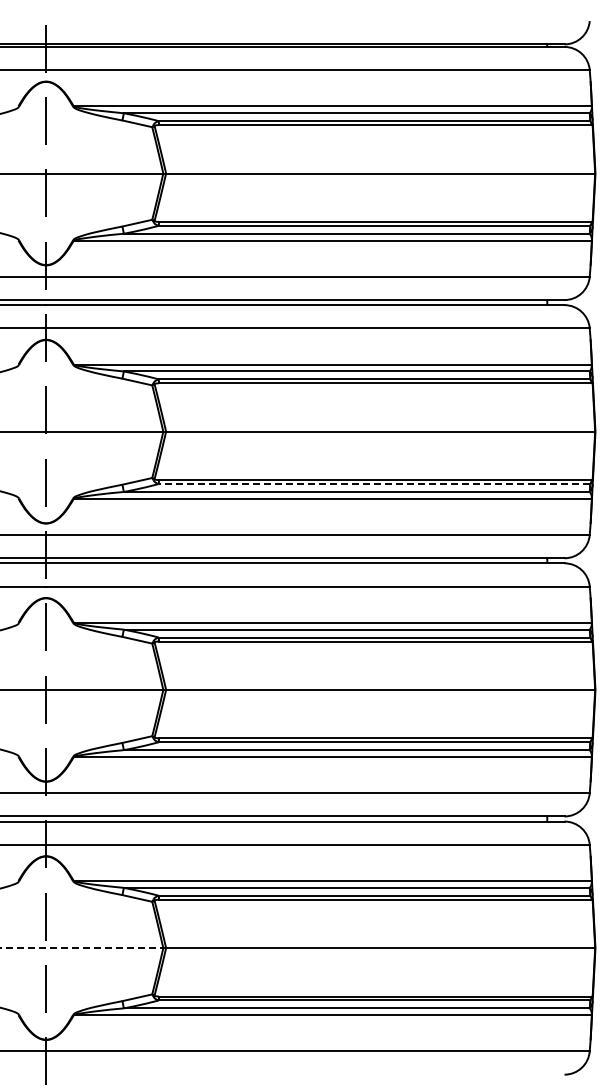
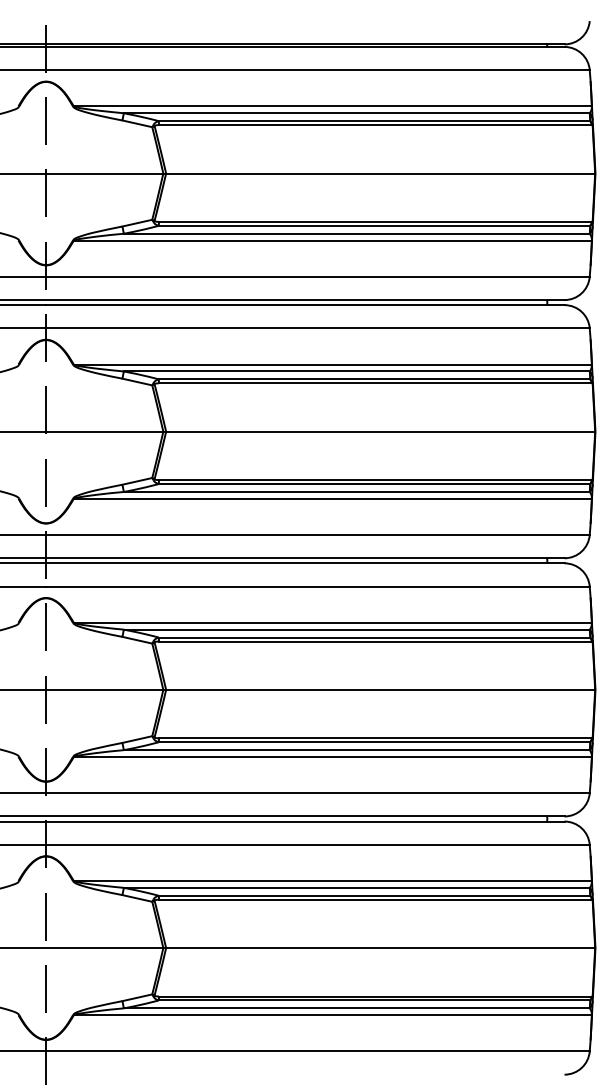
line at (374, 484): dashed -> solid
line at (82, 948): dashed -> solid
